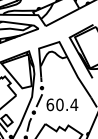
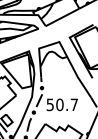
text at (62, 104): 60.4 -> 50.7
